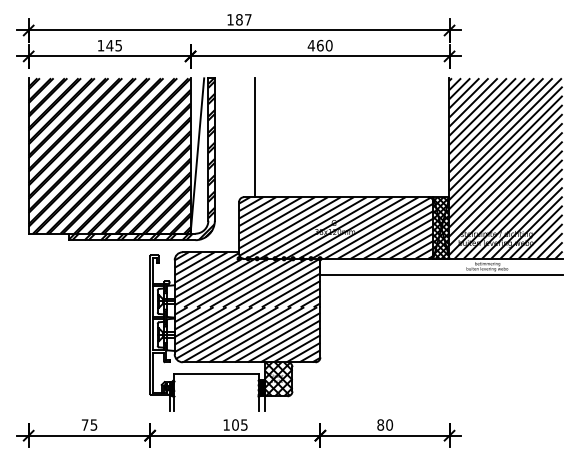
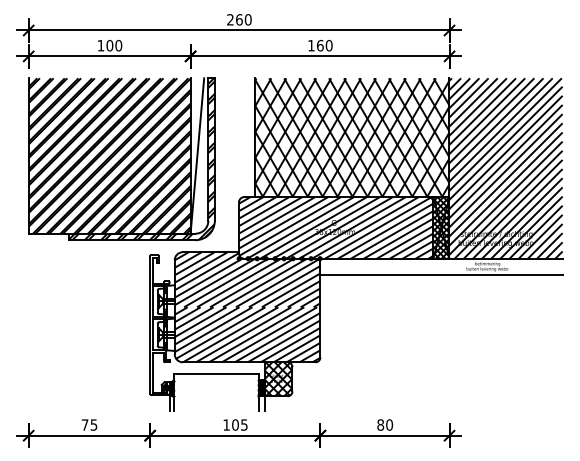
text at (239, 19): 187 -> 260
text at (114, 45): 145 -> 100
text at (310, 45): 460 -> 160
hatch at (352, 137): none -> present
